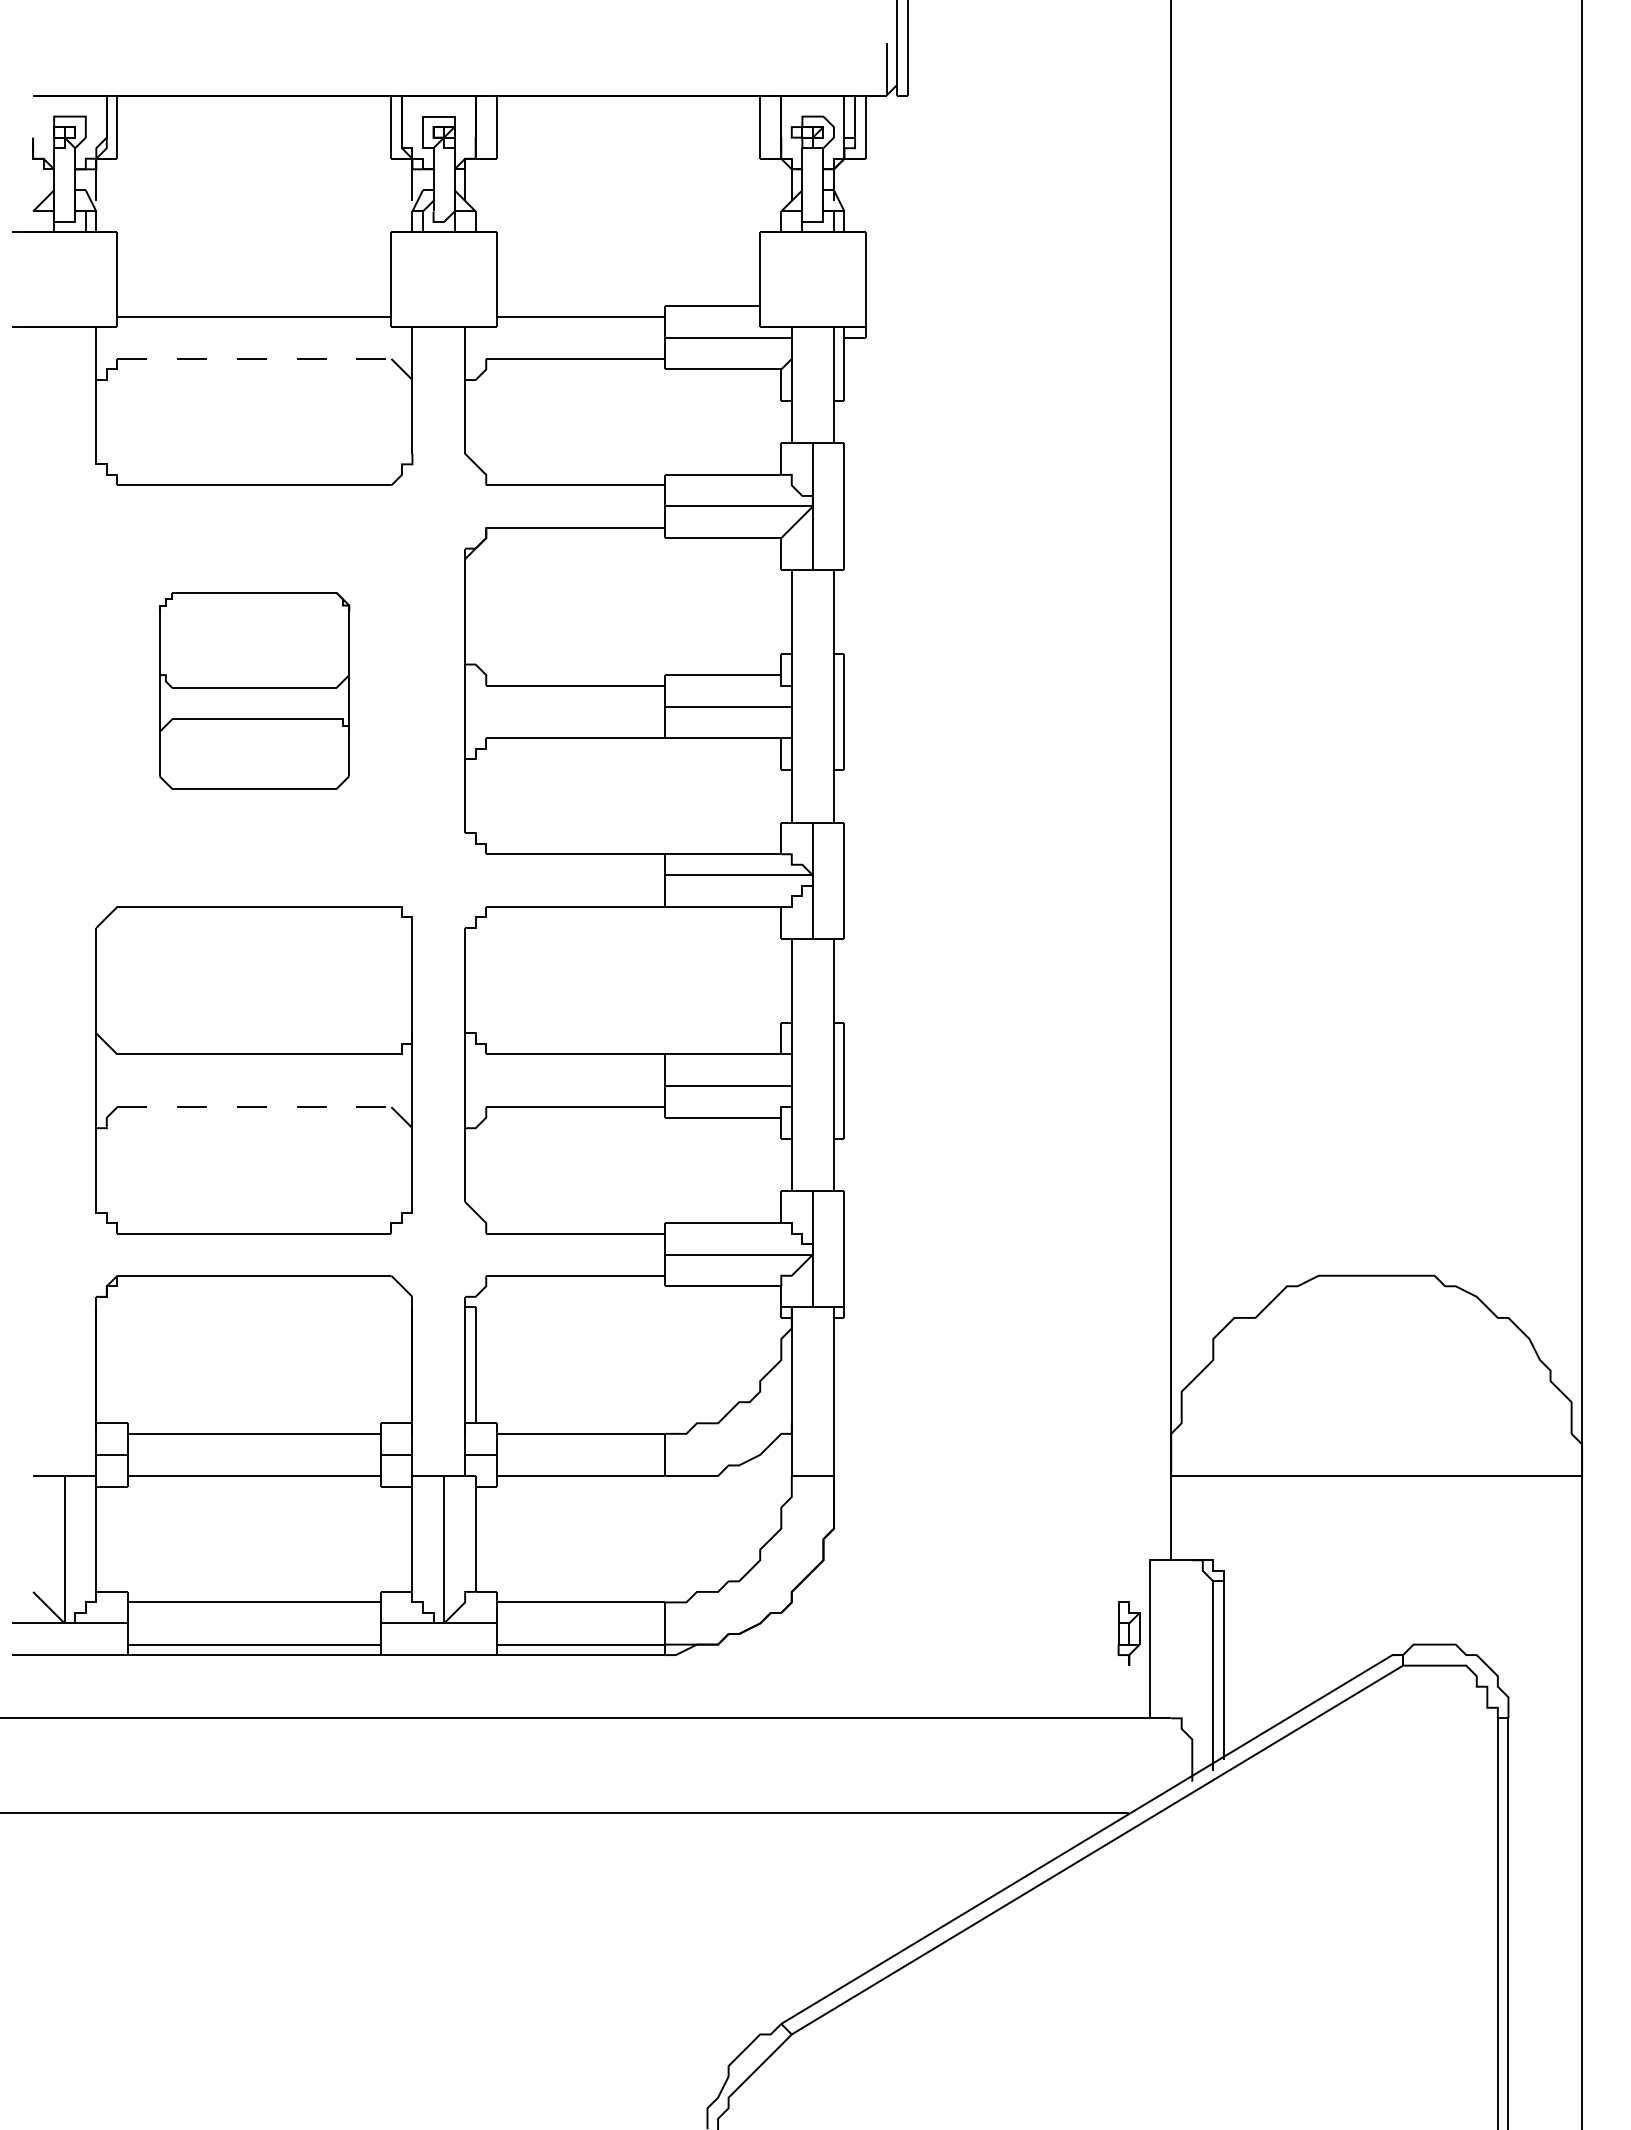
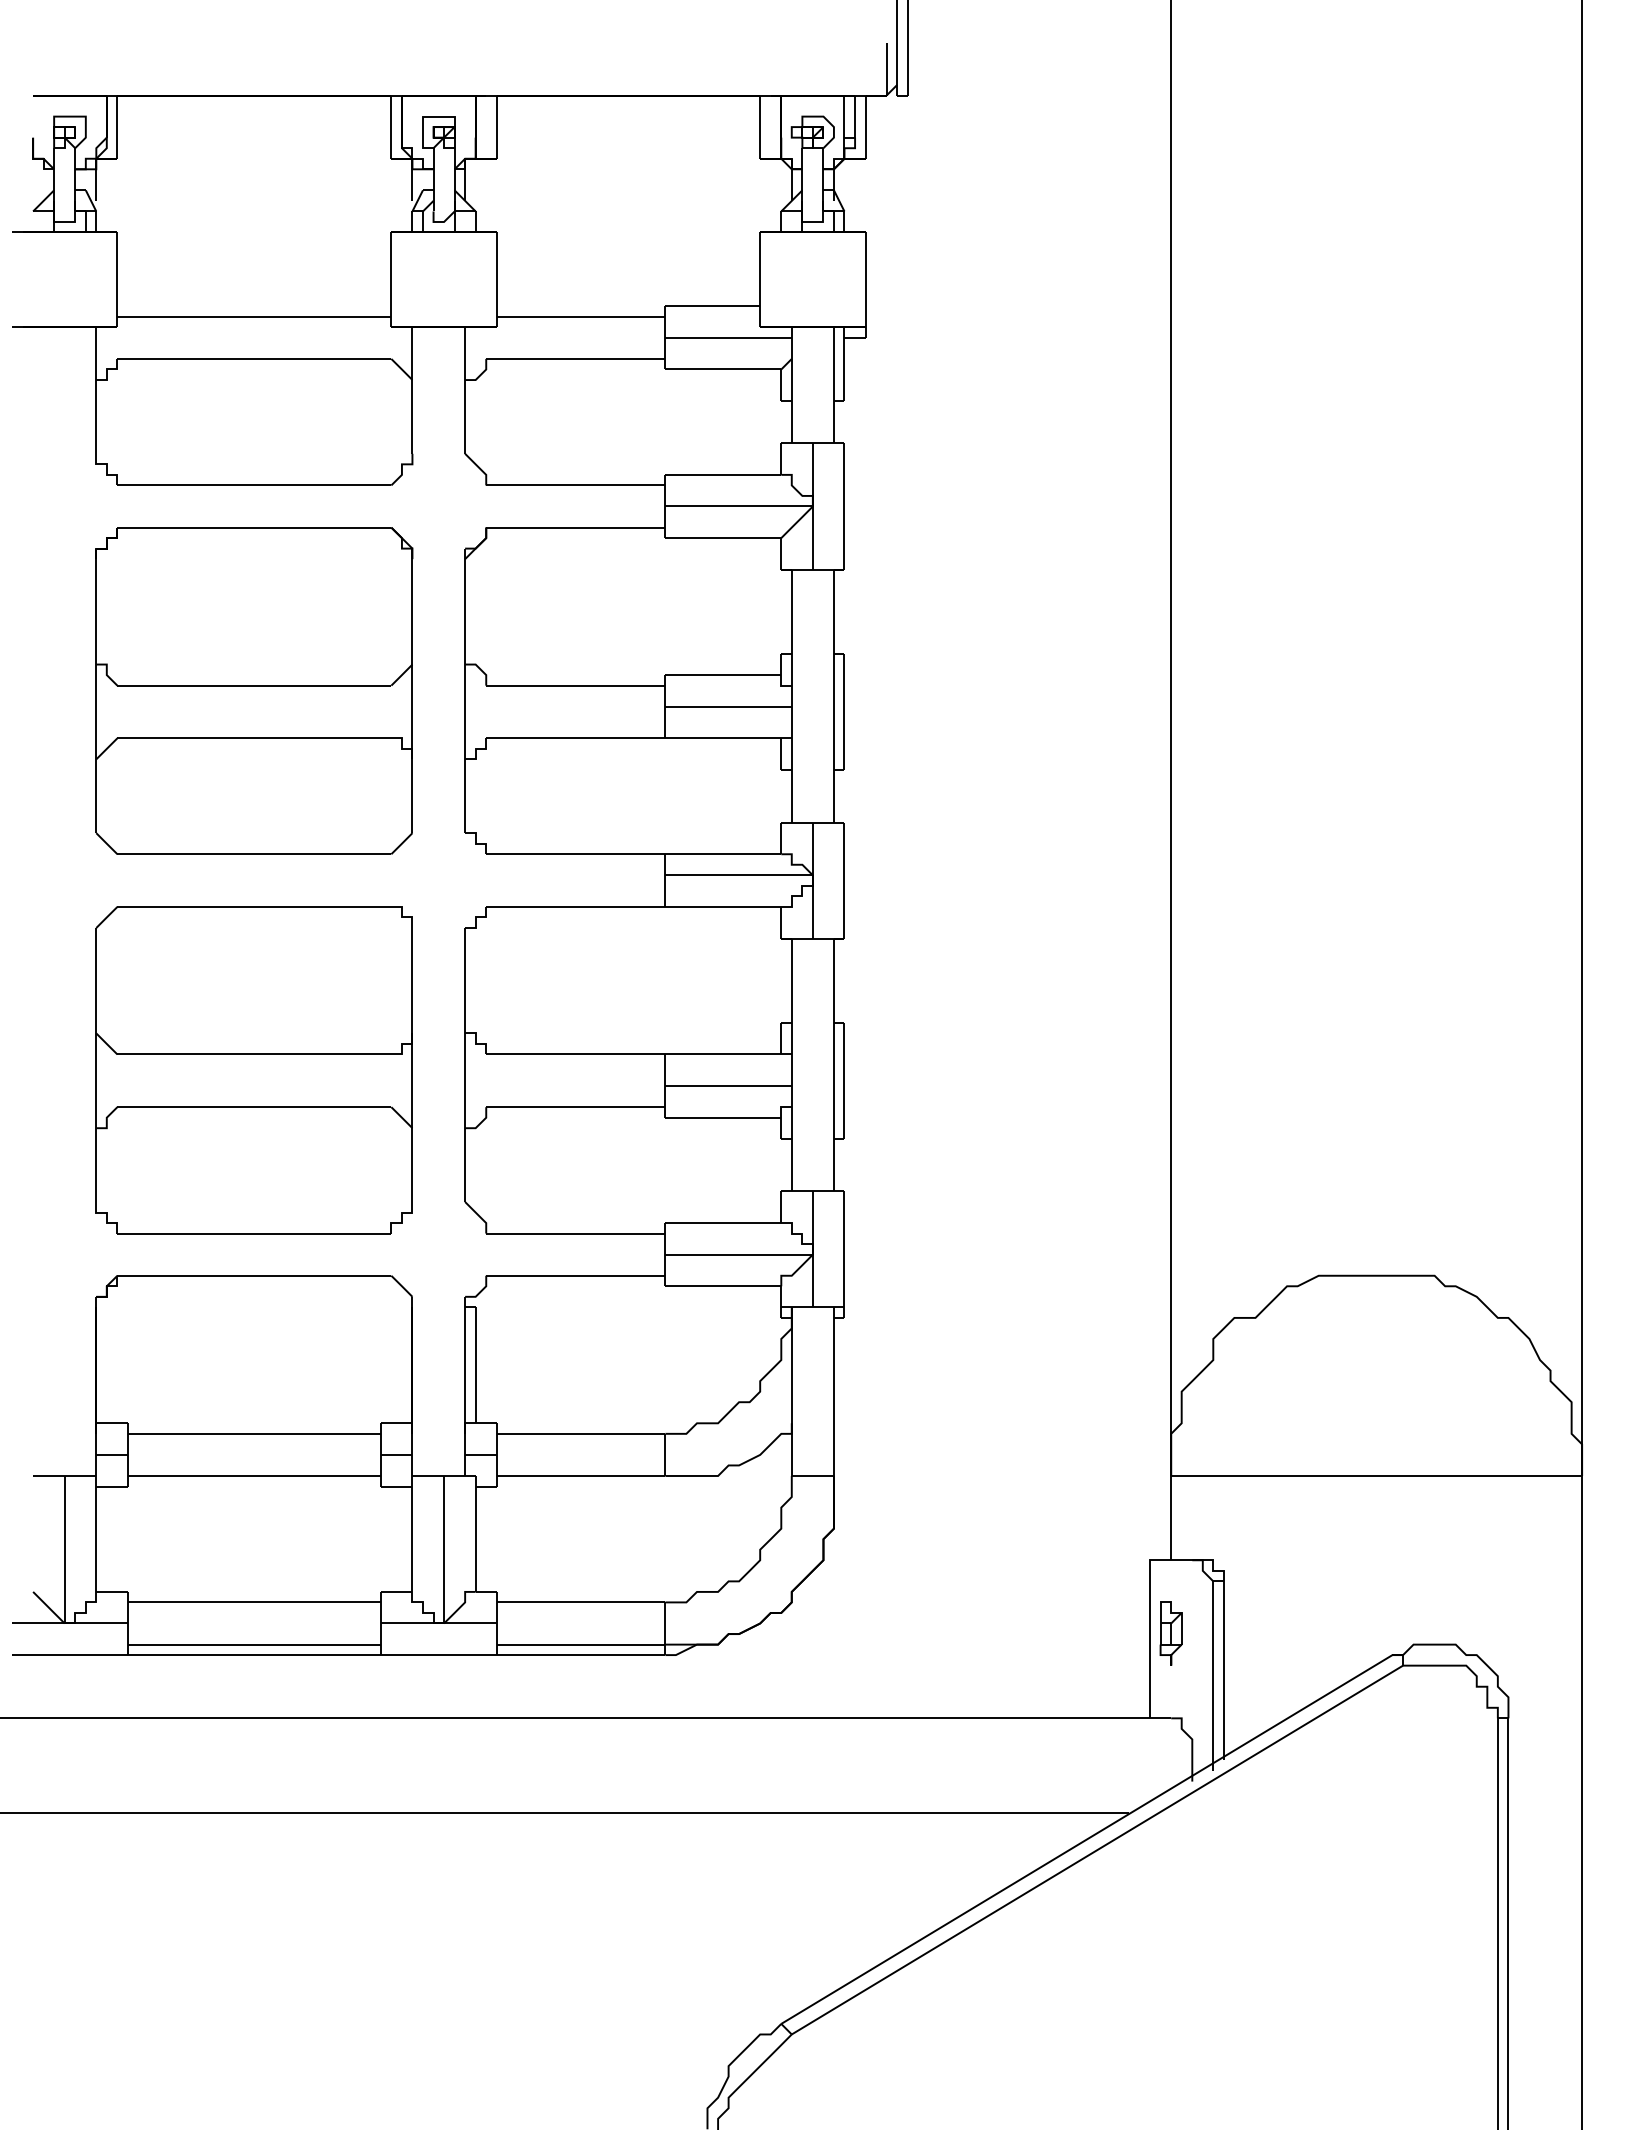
line at (254, 358): dashed -> solid
part at (254, 690) size: 192x198 px -> 319x328 px
line at (254, 1107): dashed -> solid
part at (1128, 1633) position: (1128, 1633) -> (1170, 1633)
